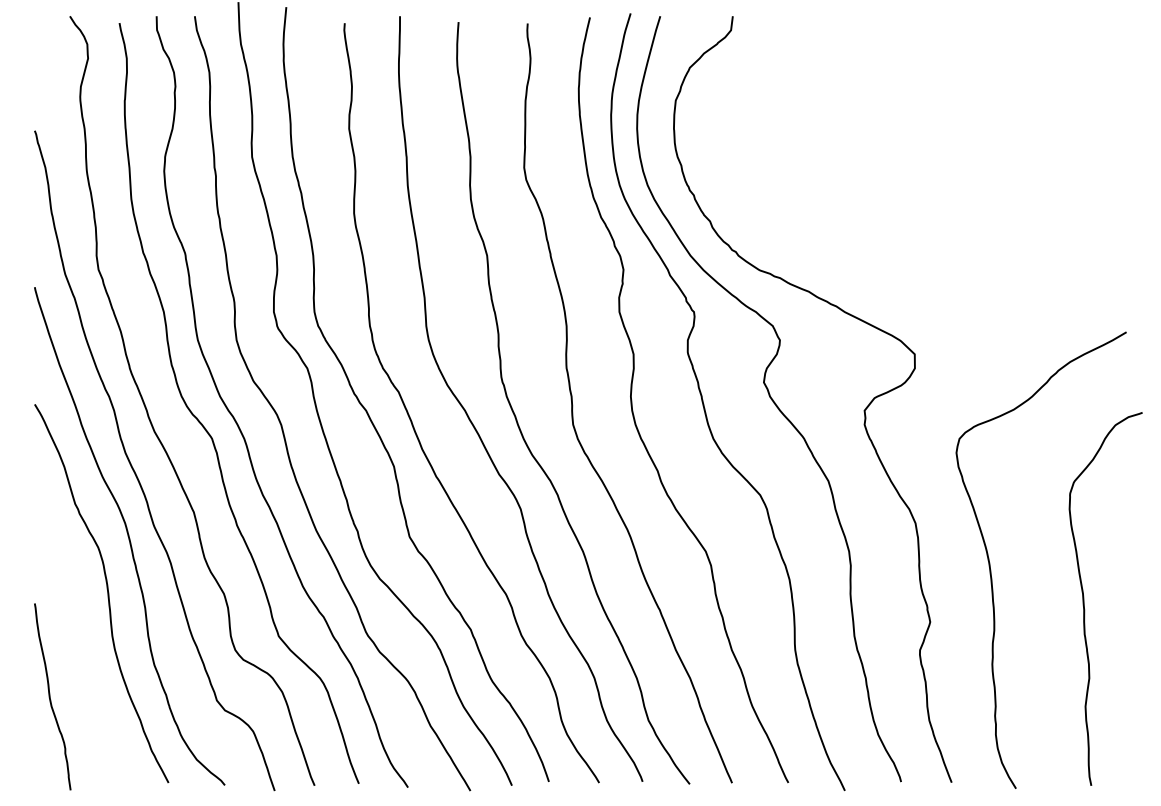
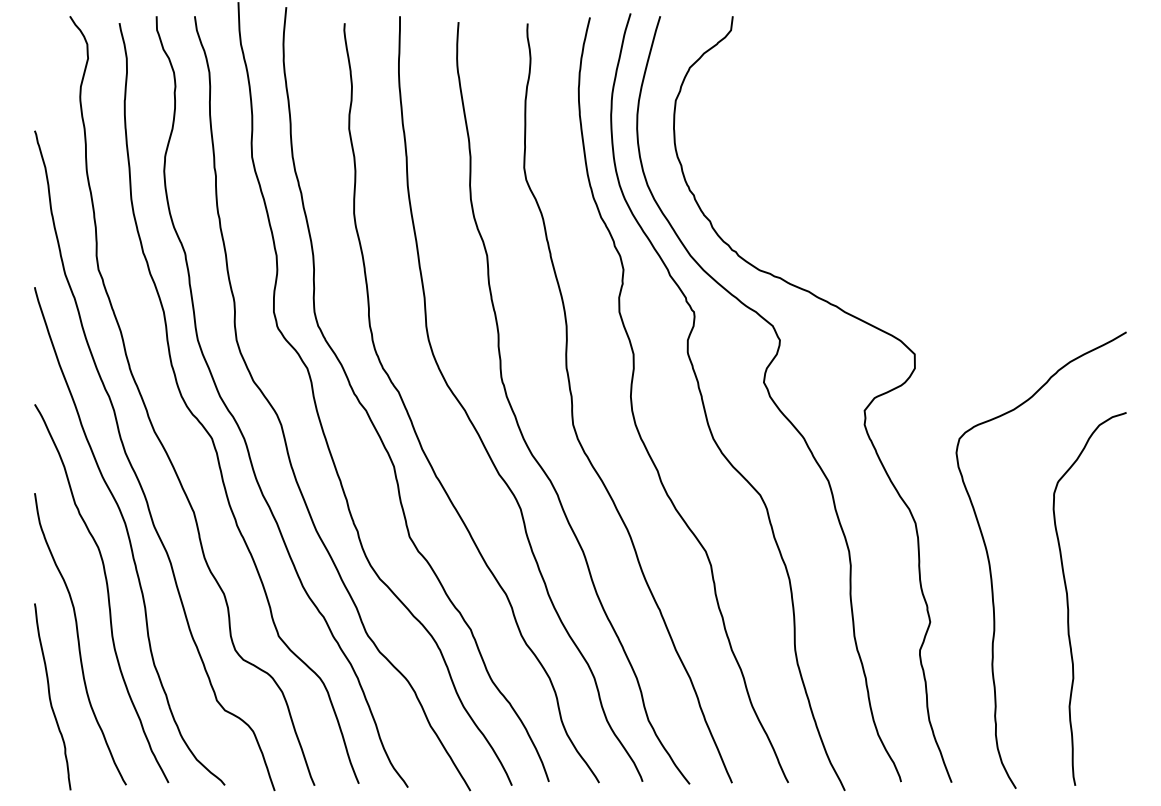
curve at (1084, 598) position: (1084, 598) -> (1068, 598)
curve at (79, 639): none -> present
